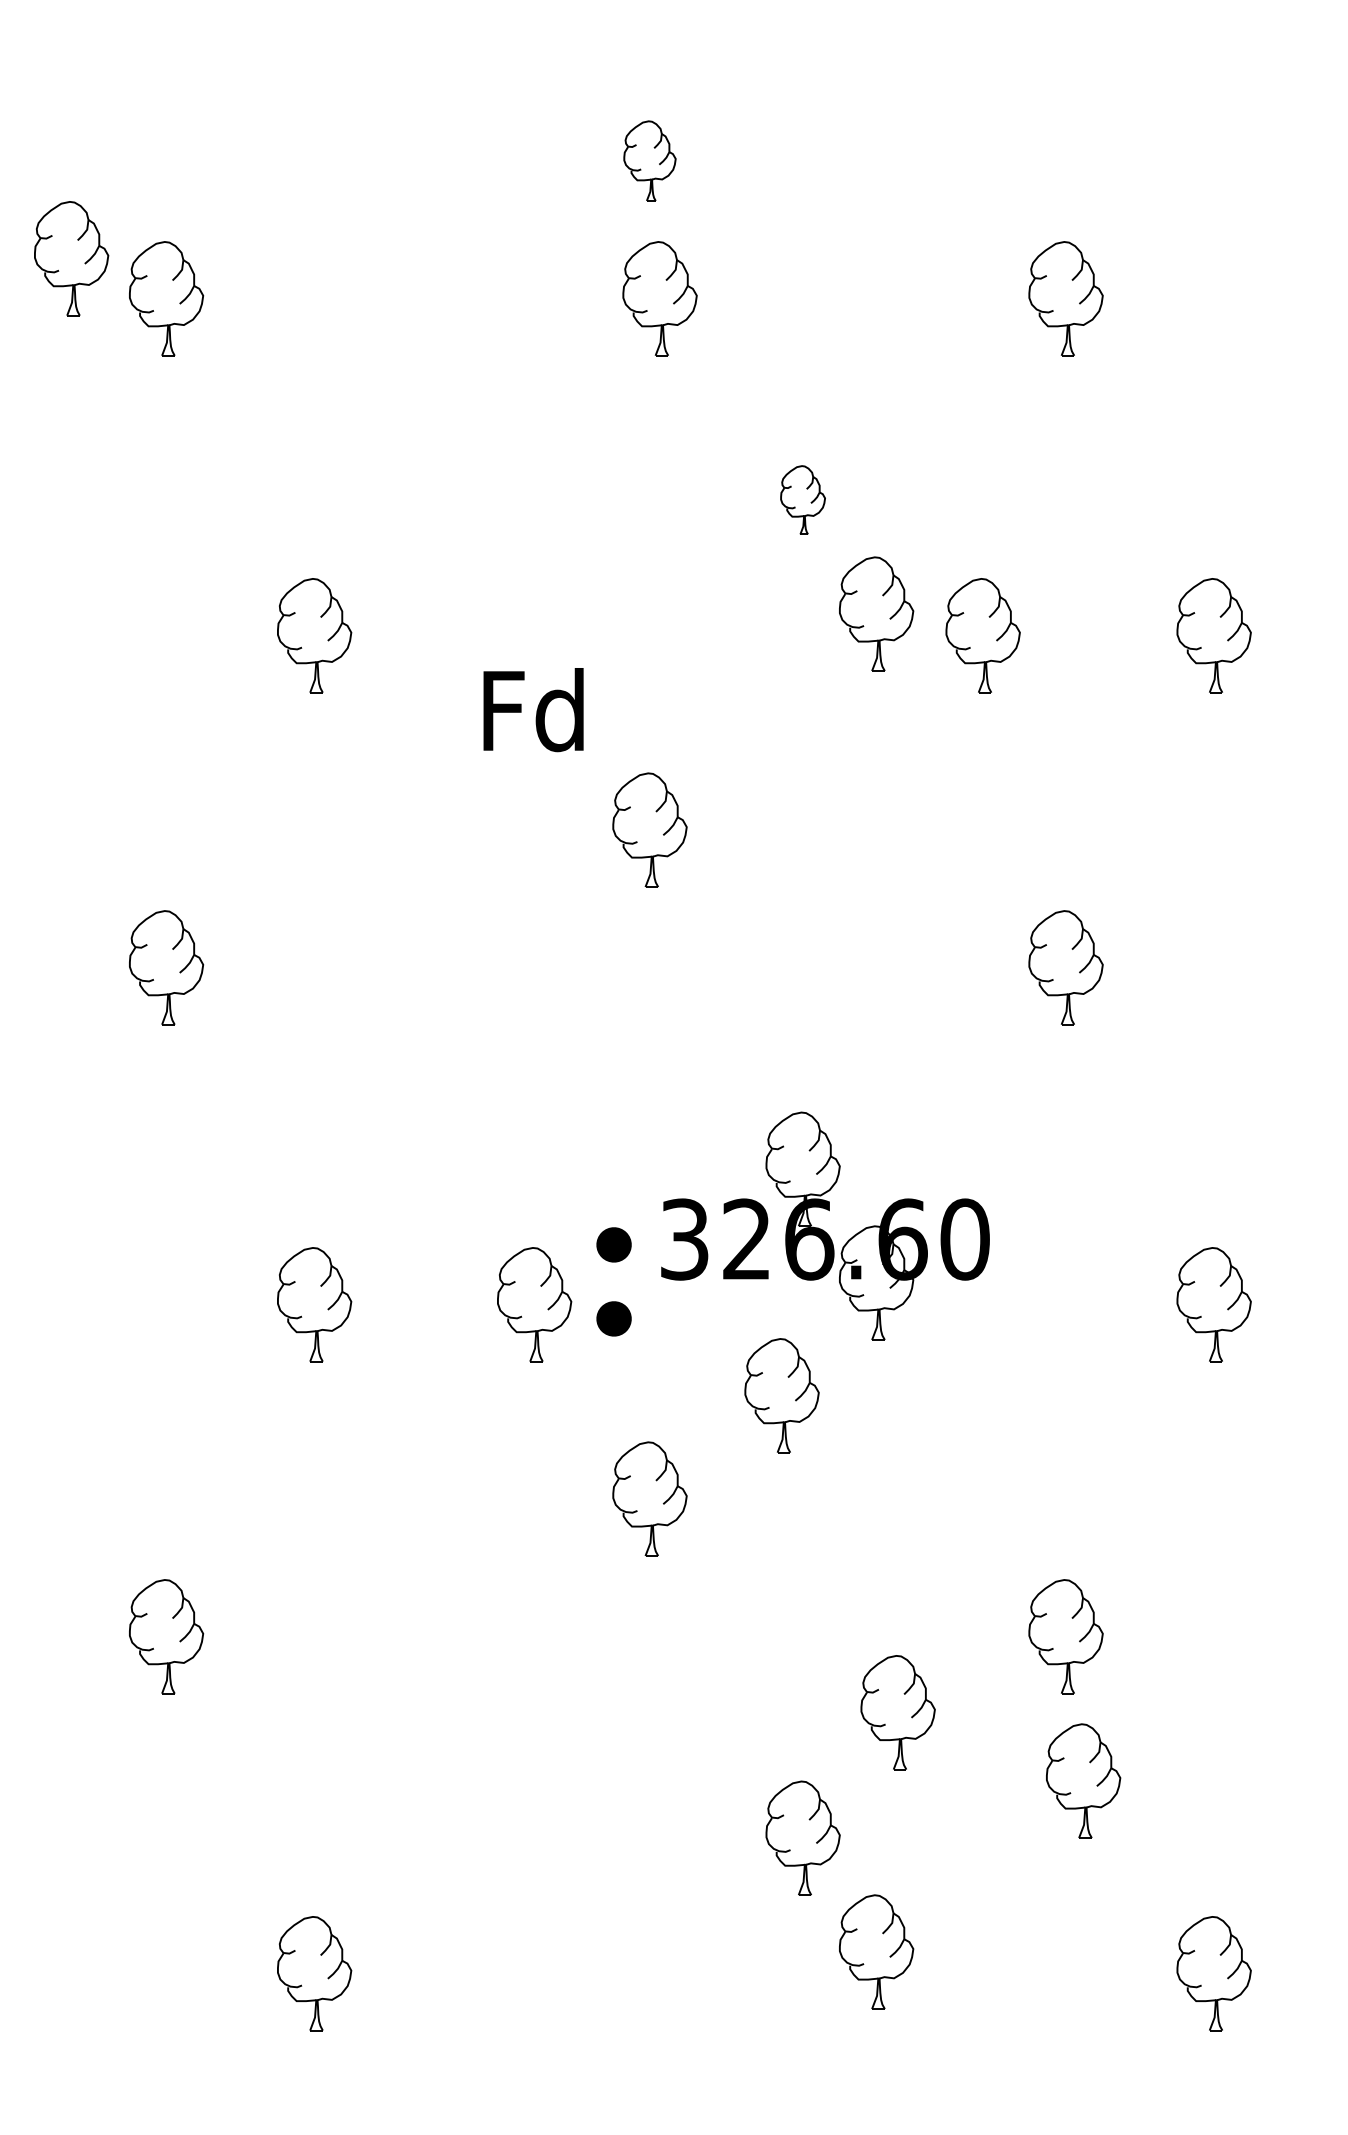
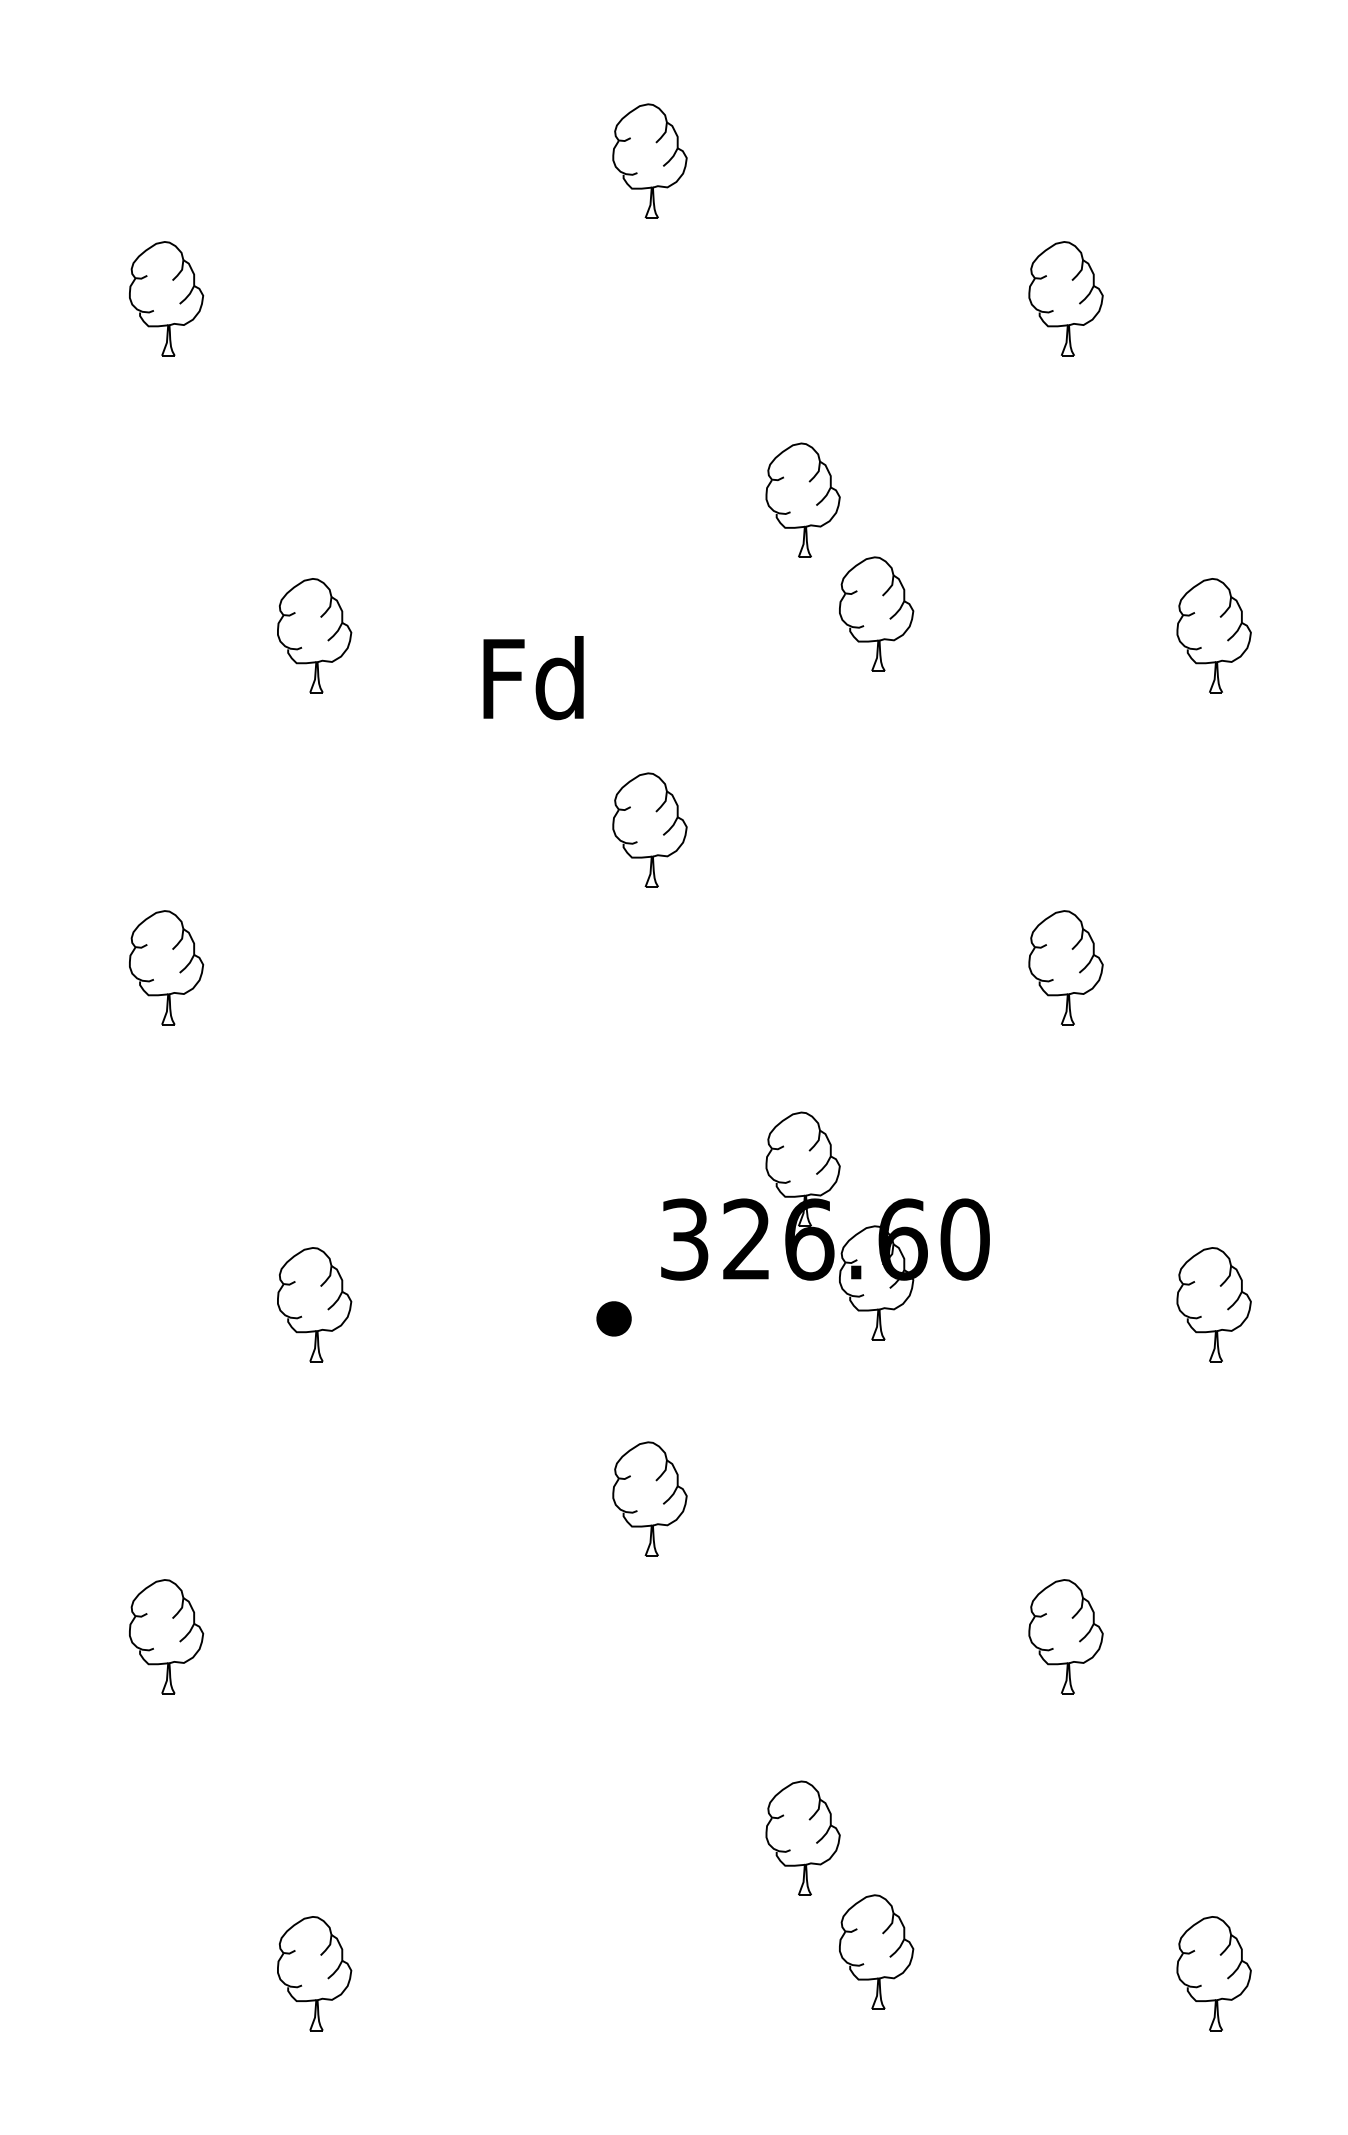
part at (649, 160) size: 54x82 px -> 76x116 px
part at (71, 258): present -> none
part at (659, 298): present -> none
part at (802, 499) size: 46x70 px -> 76x116 px
part at (982, 635): present -> none
text at (533, 710) position: (533, 710) -> (533, 678)
part at (613, 1244): present -> none
part at (534, 1304): present -> none
part at (781, 1395): present -> none
part at (897, 1712): present -> none
part at (1083, 1780): present -> none
